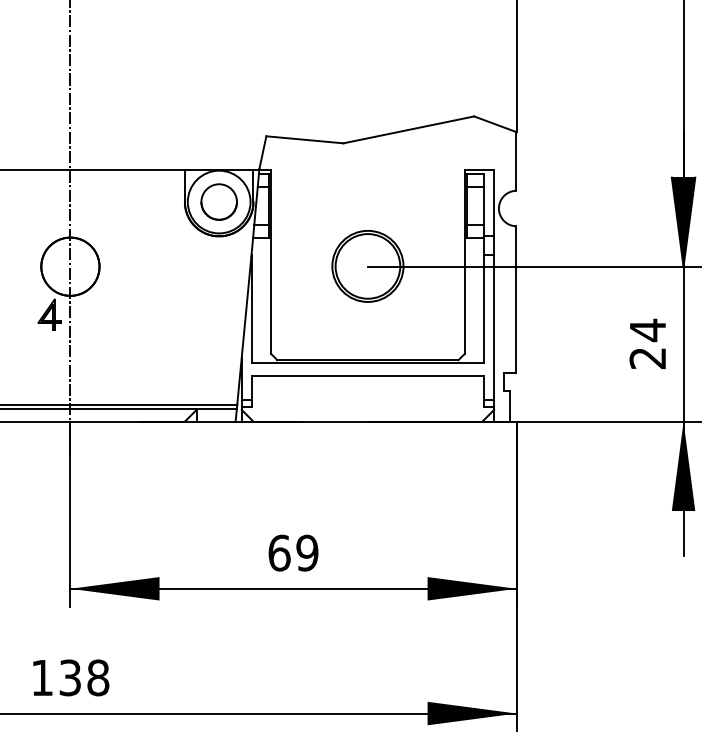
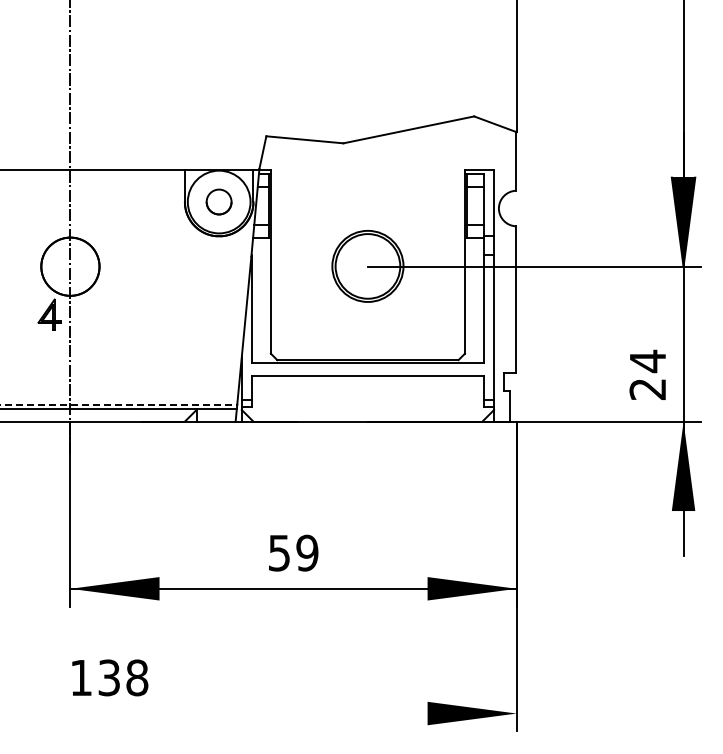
circle at (218, 201) size: 38x38 px -> 28x28 px
text at (647, 343) position: (647, 343) -> (647, 374)
line at (119, 404): solid -> dashed
text at (279, 552): 69 -> 59
text at (71, 677) position: (71, 677) -> (110, 677)
line at (259, 713): present -> none
